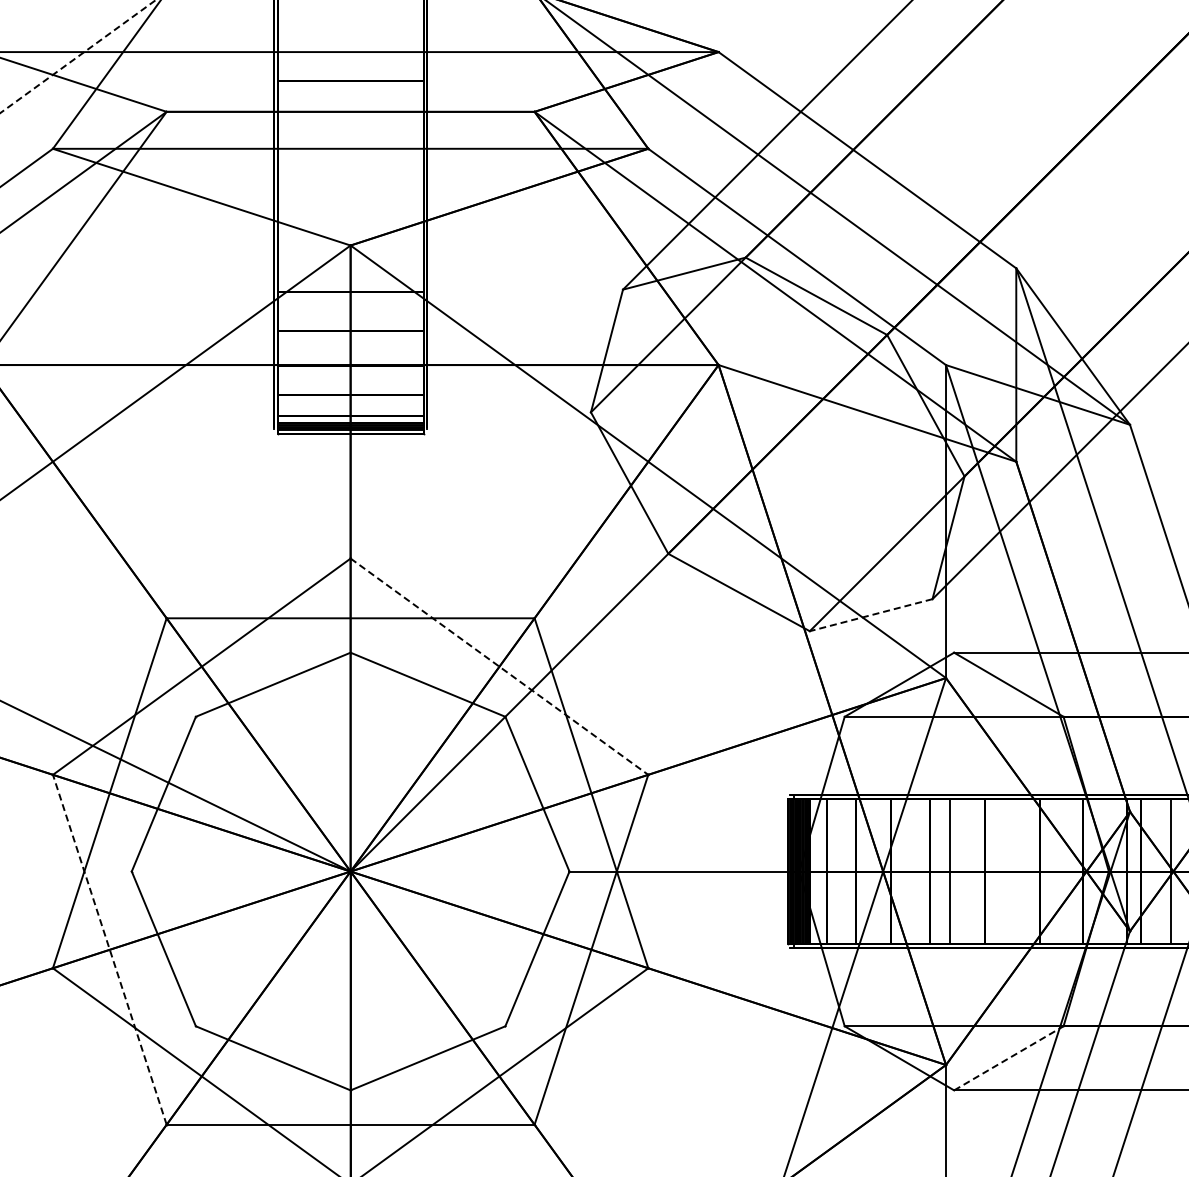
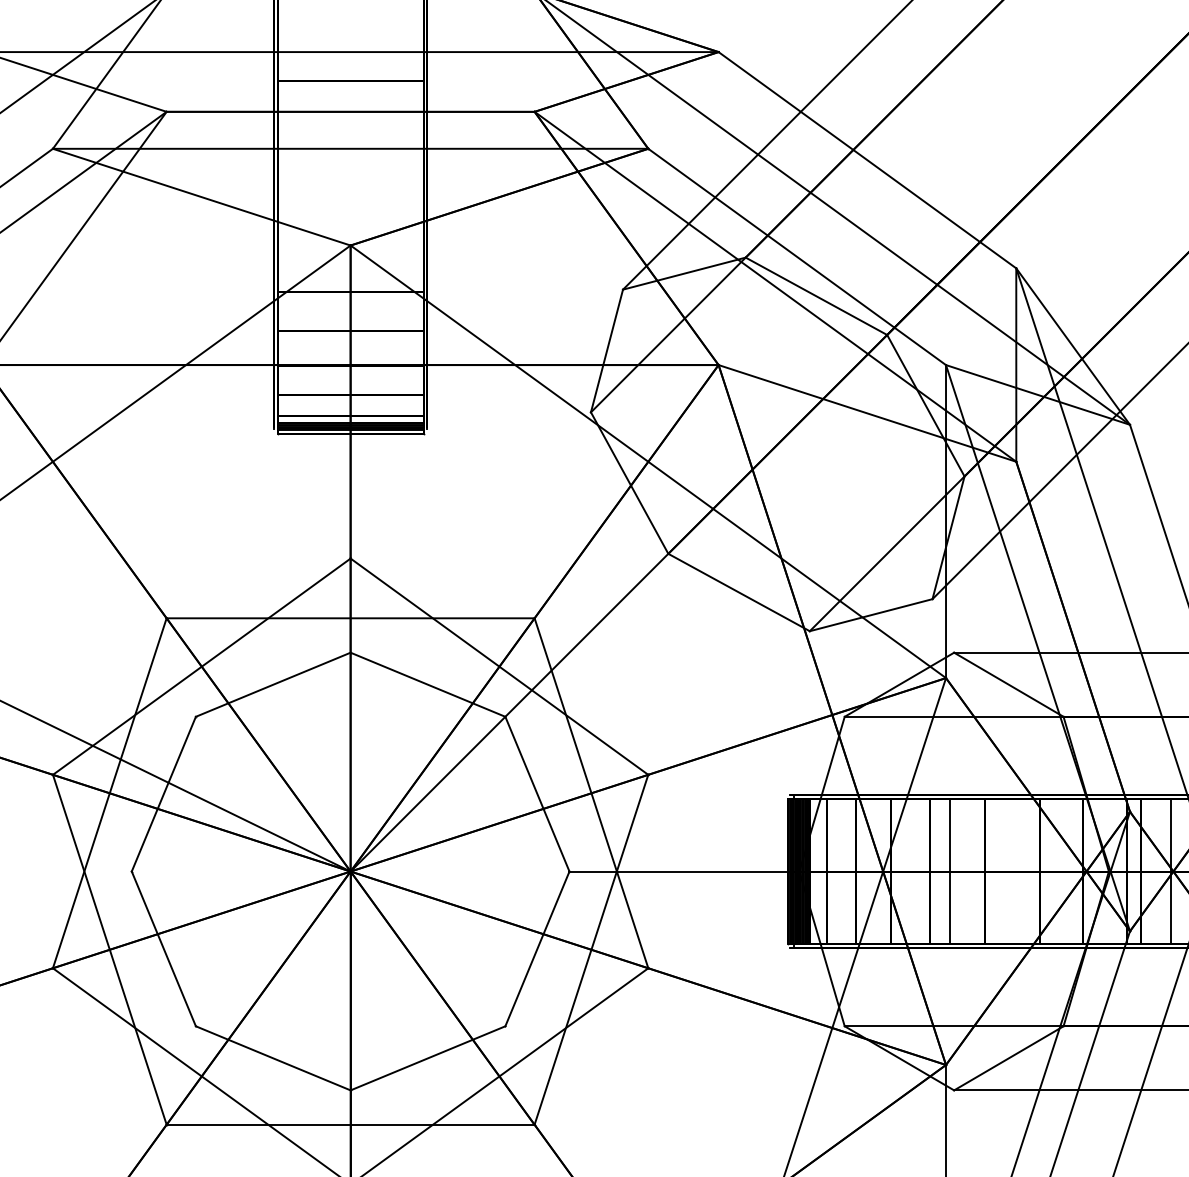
line at (78, 56): dashed -> solid
line at (870, 615): dashed -> solid
line at (499, 666): dashed -> solid
line at (109, 949): dashed -> solid
line at (1009, 1058): dashed -> solid
